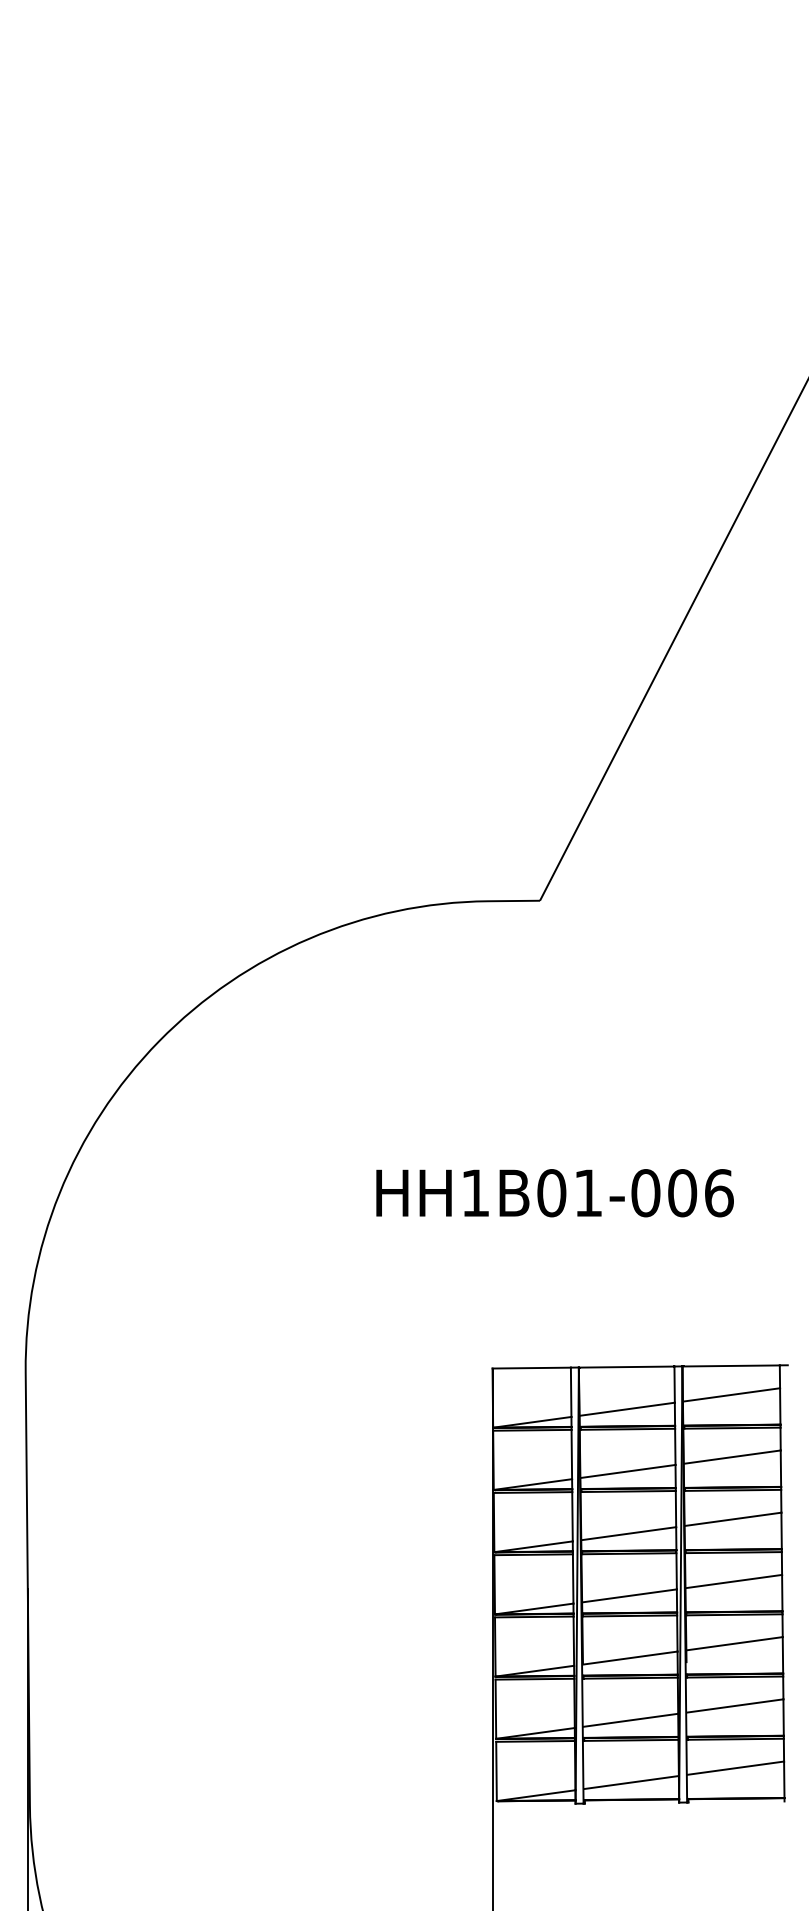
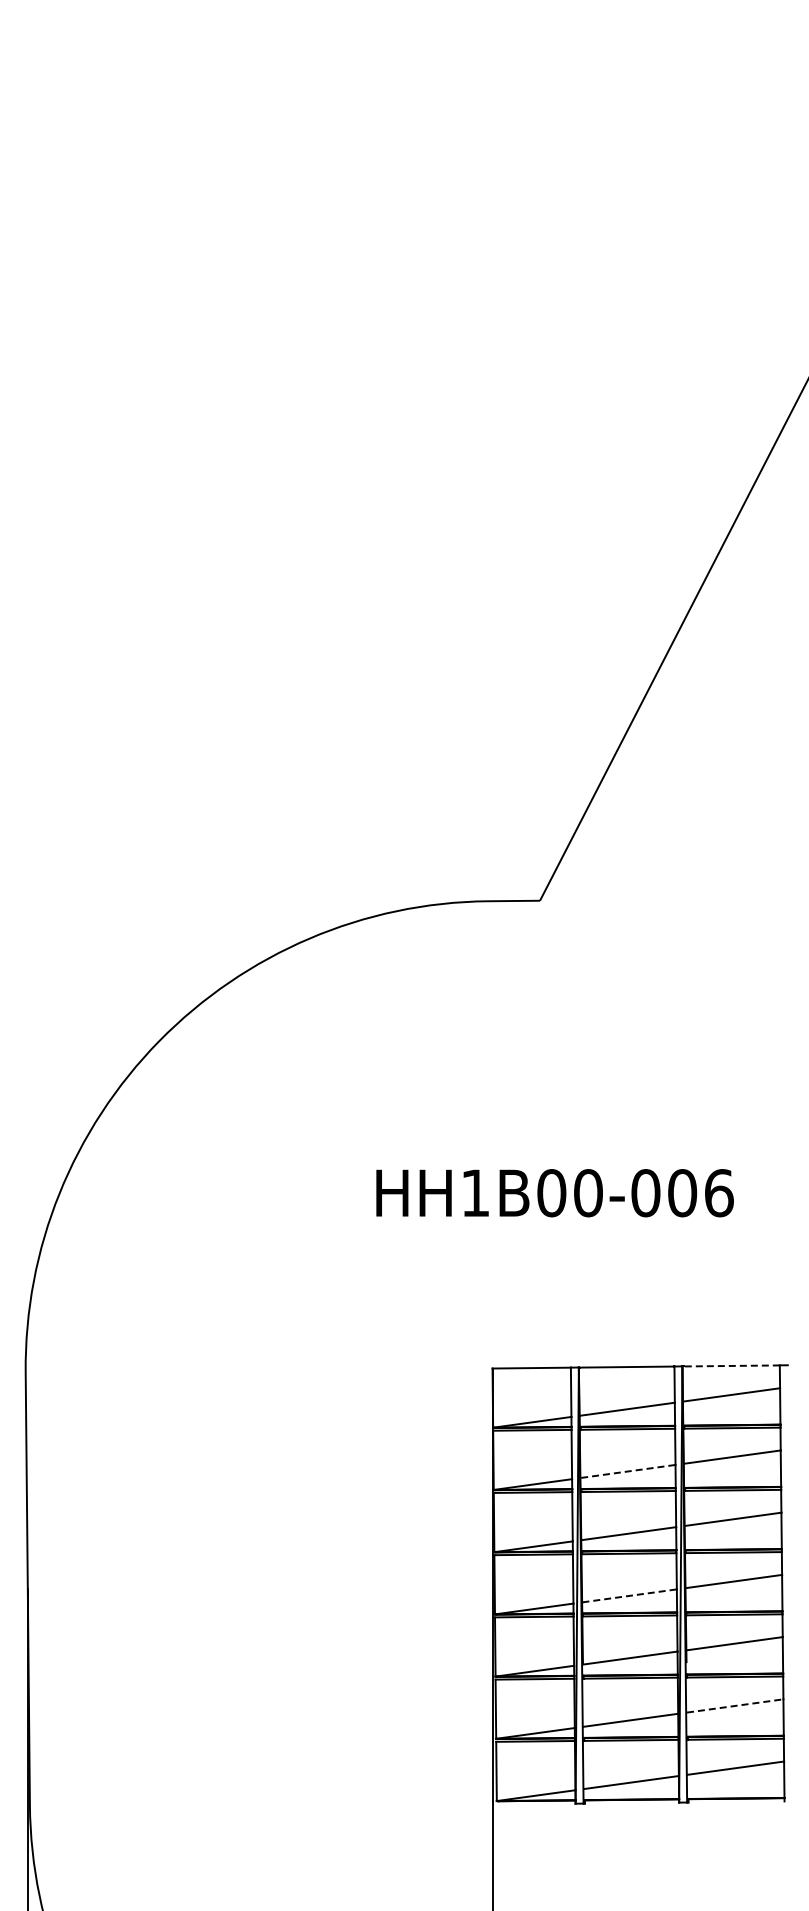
text at (588, 1193): HH1B01-006 -> HH1B00-006
line at (731, 1365): solid -> dashed
line at (628, 1471): solid -> dashed
line at (629, 1595): solid -> dashed
line at (735, 1705): solid -> dashed
